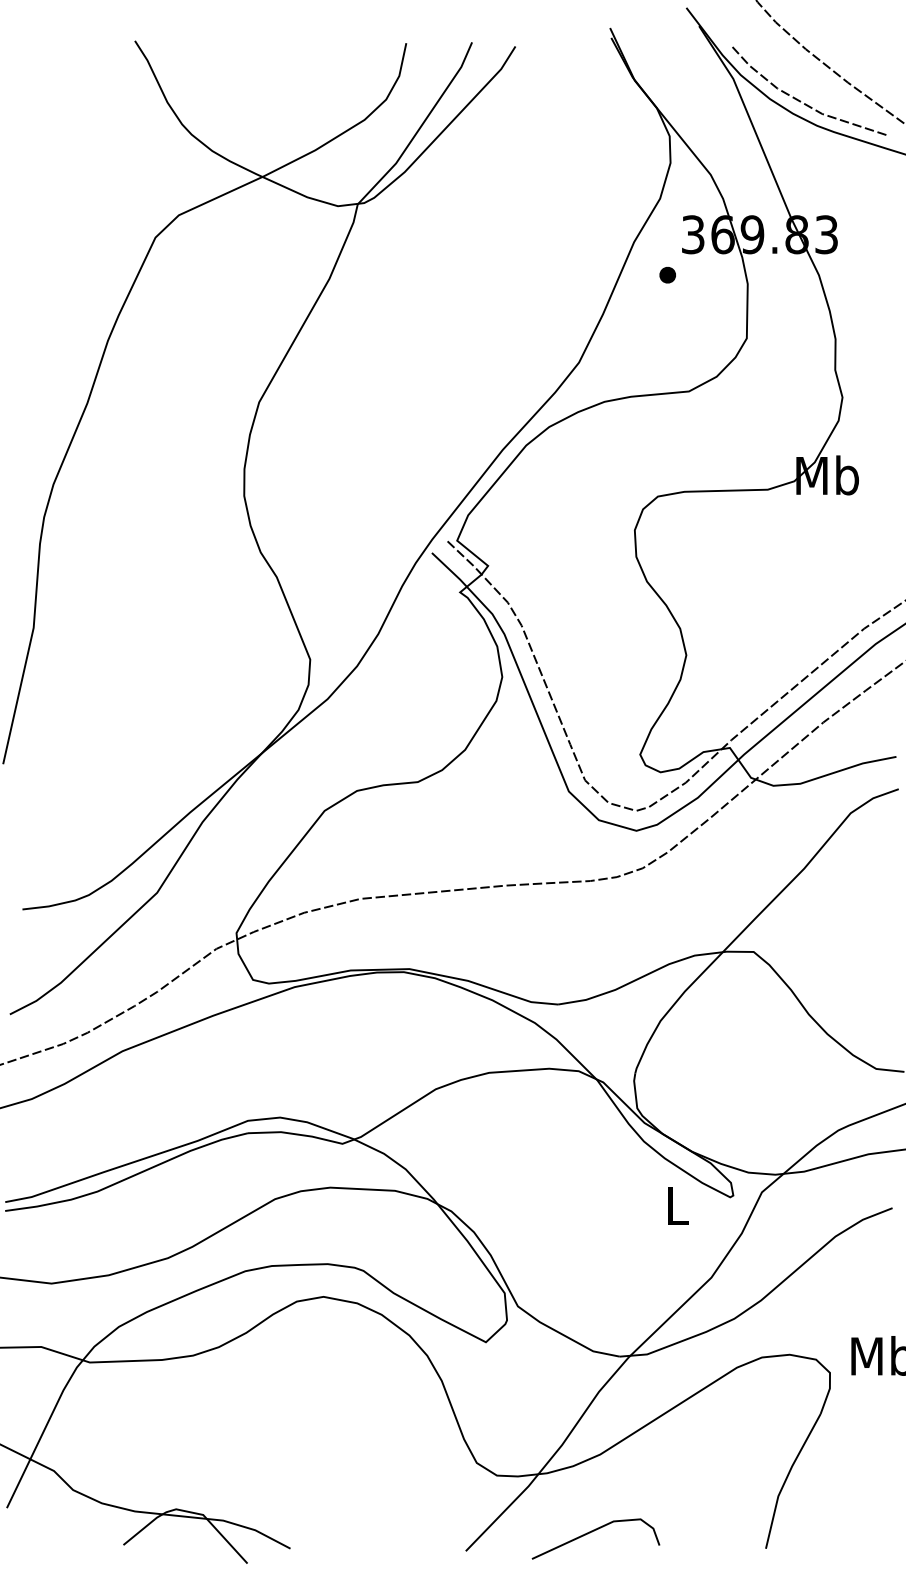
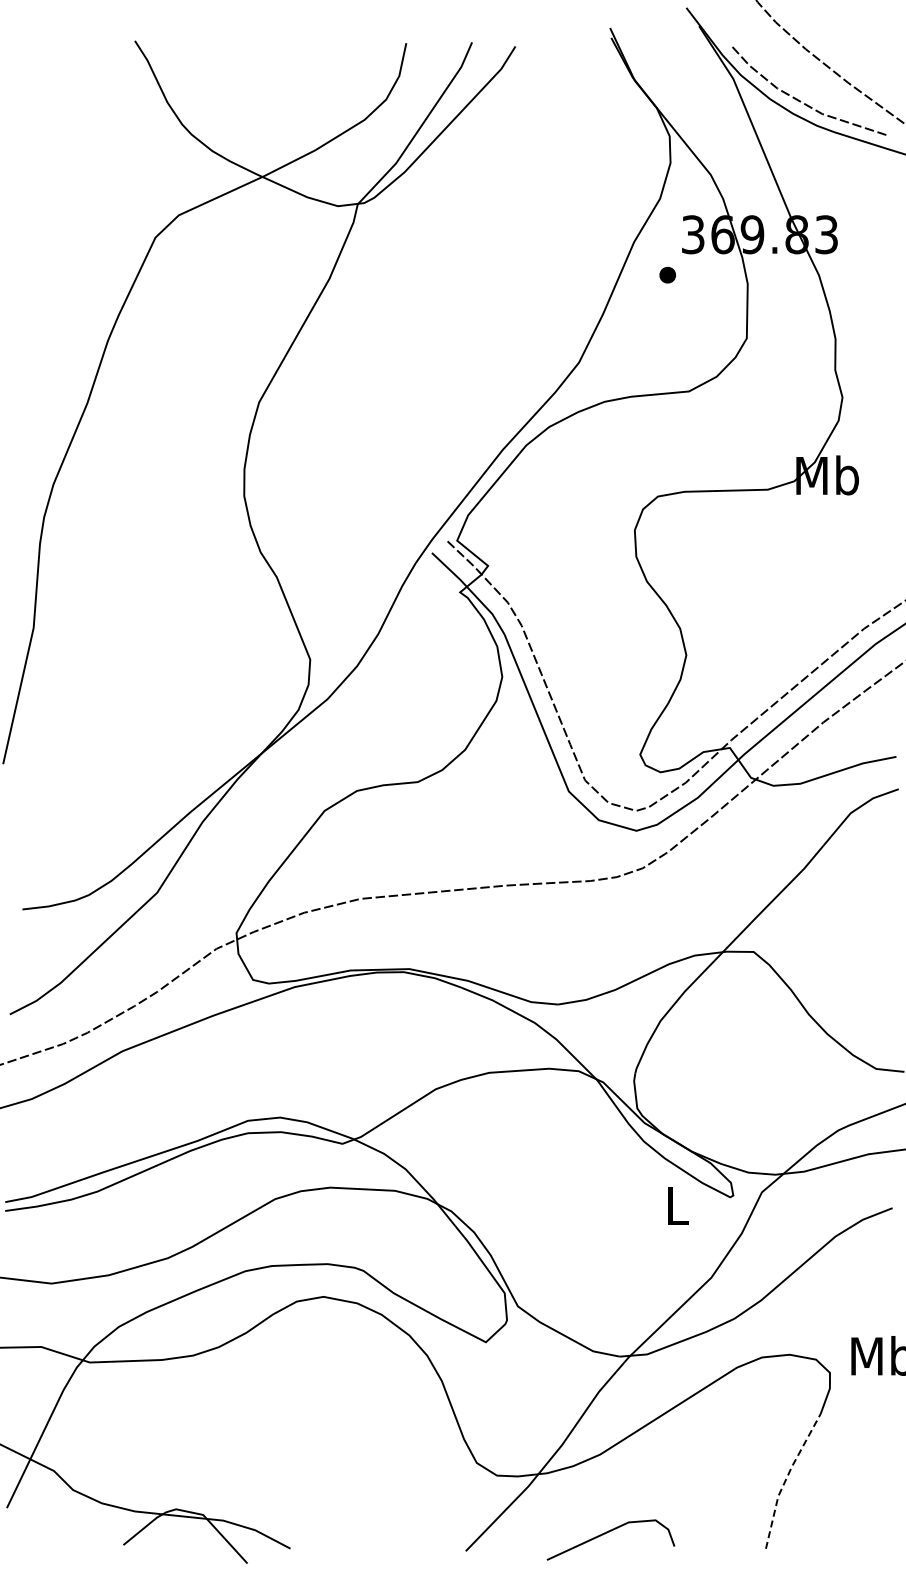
line at (786, 1478): solid -> dashed
line at (592, 1532) position: (592, 1532) -> (607, 1533)
